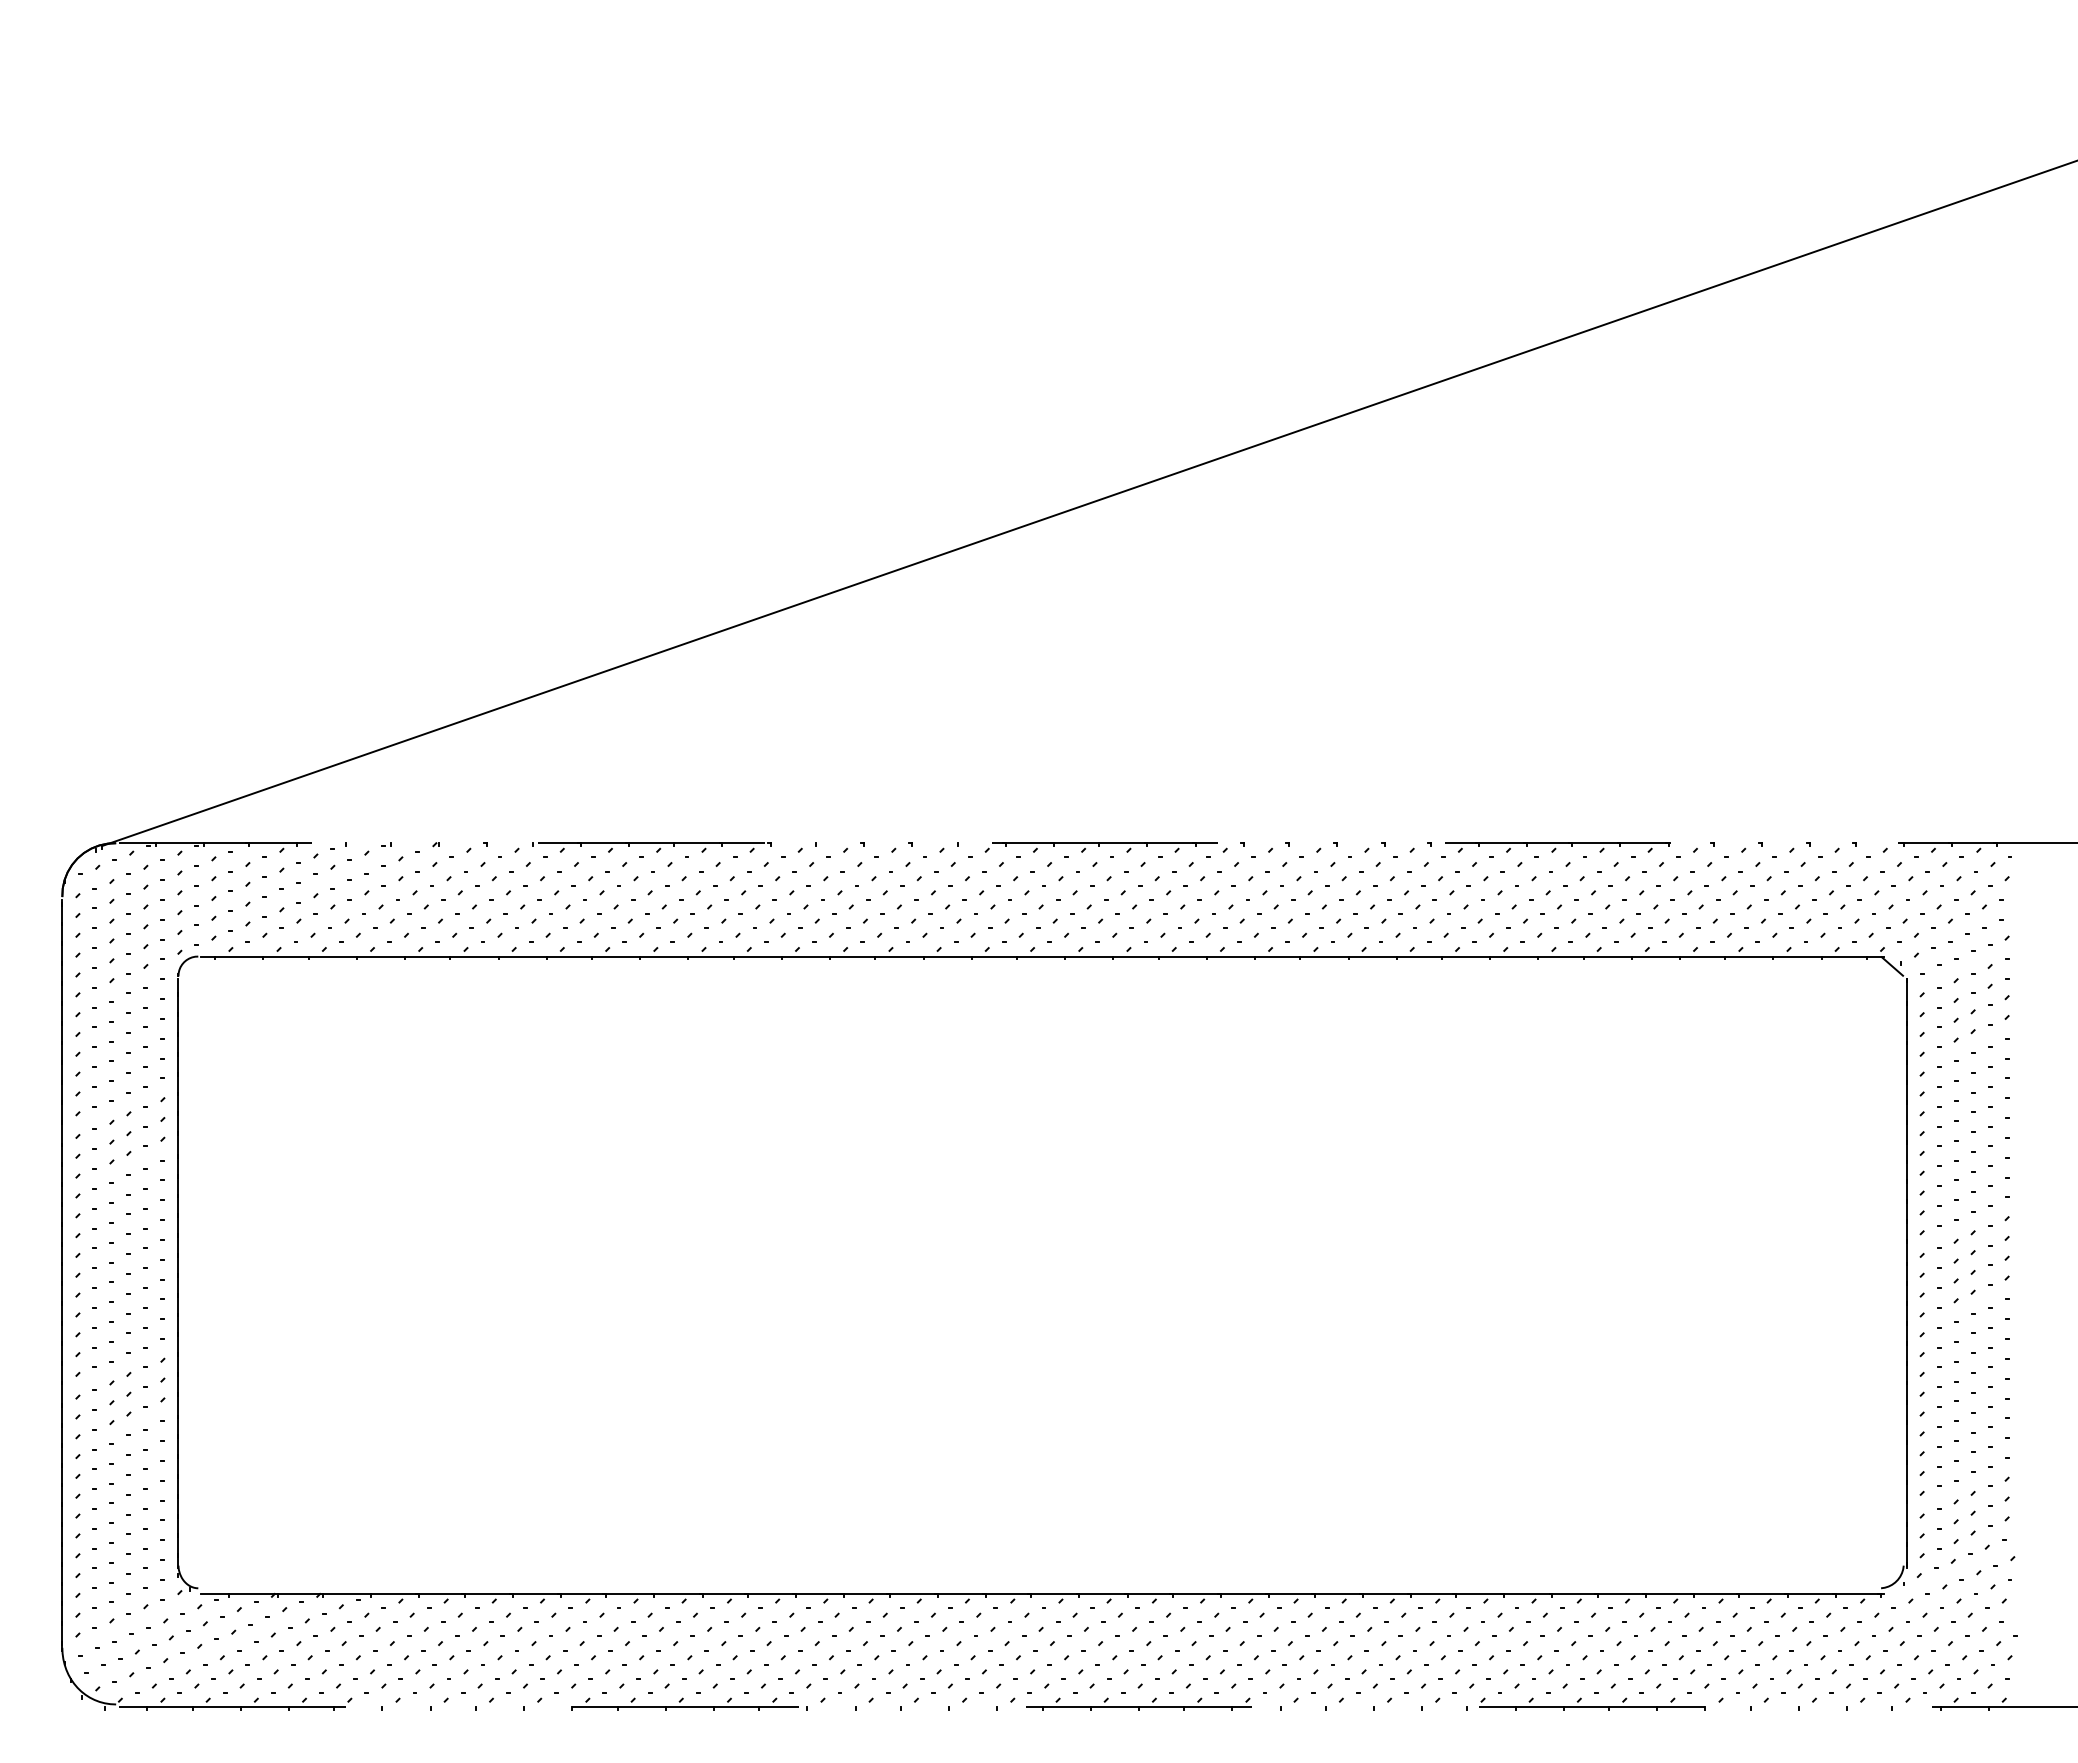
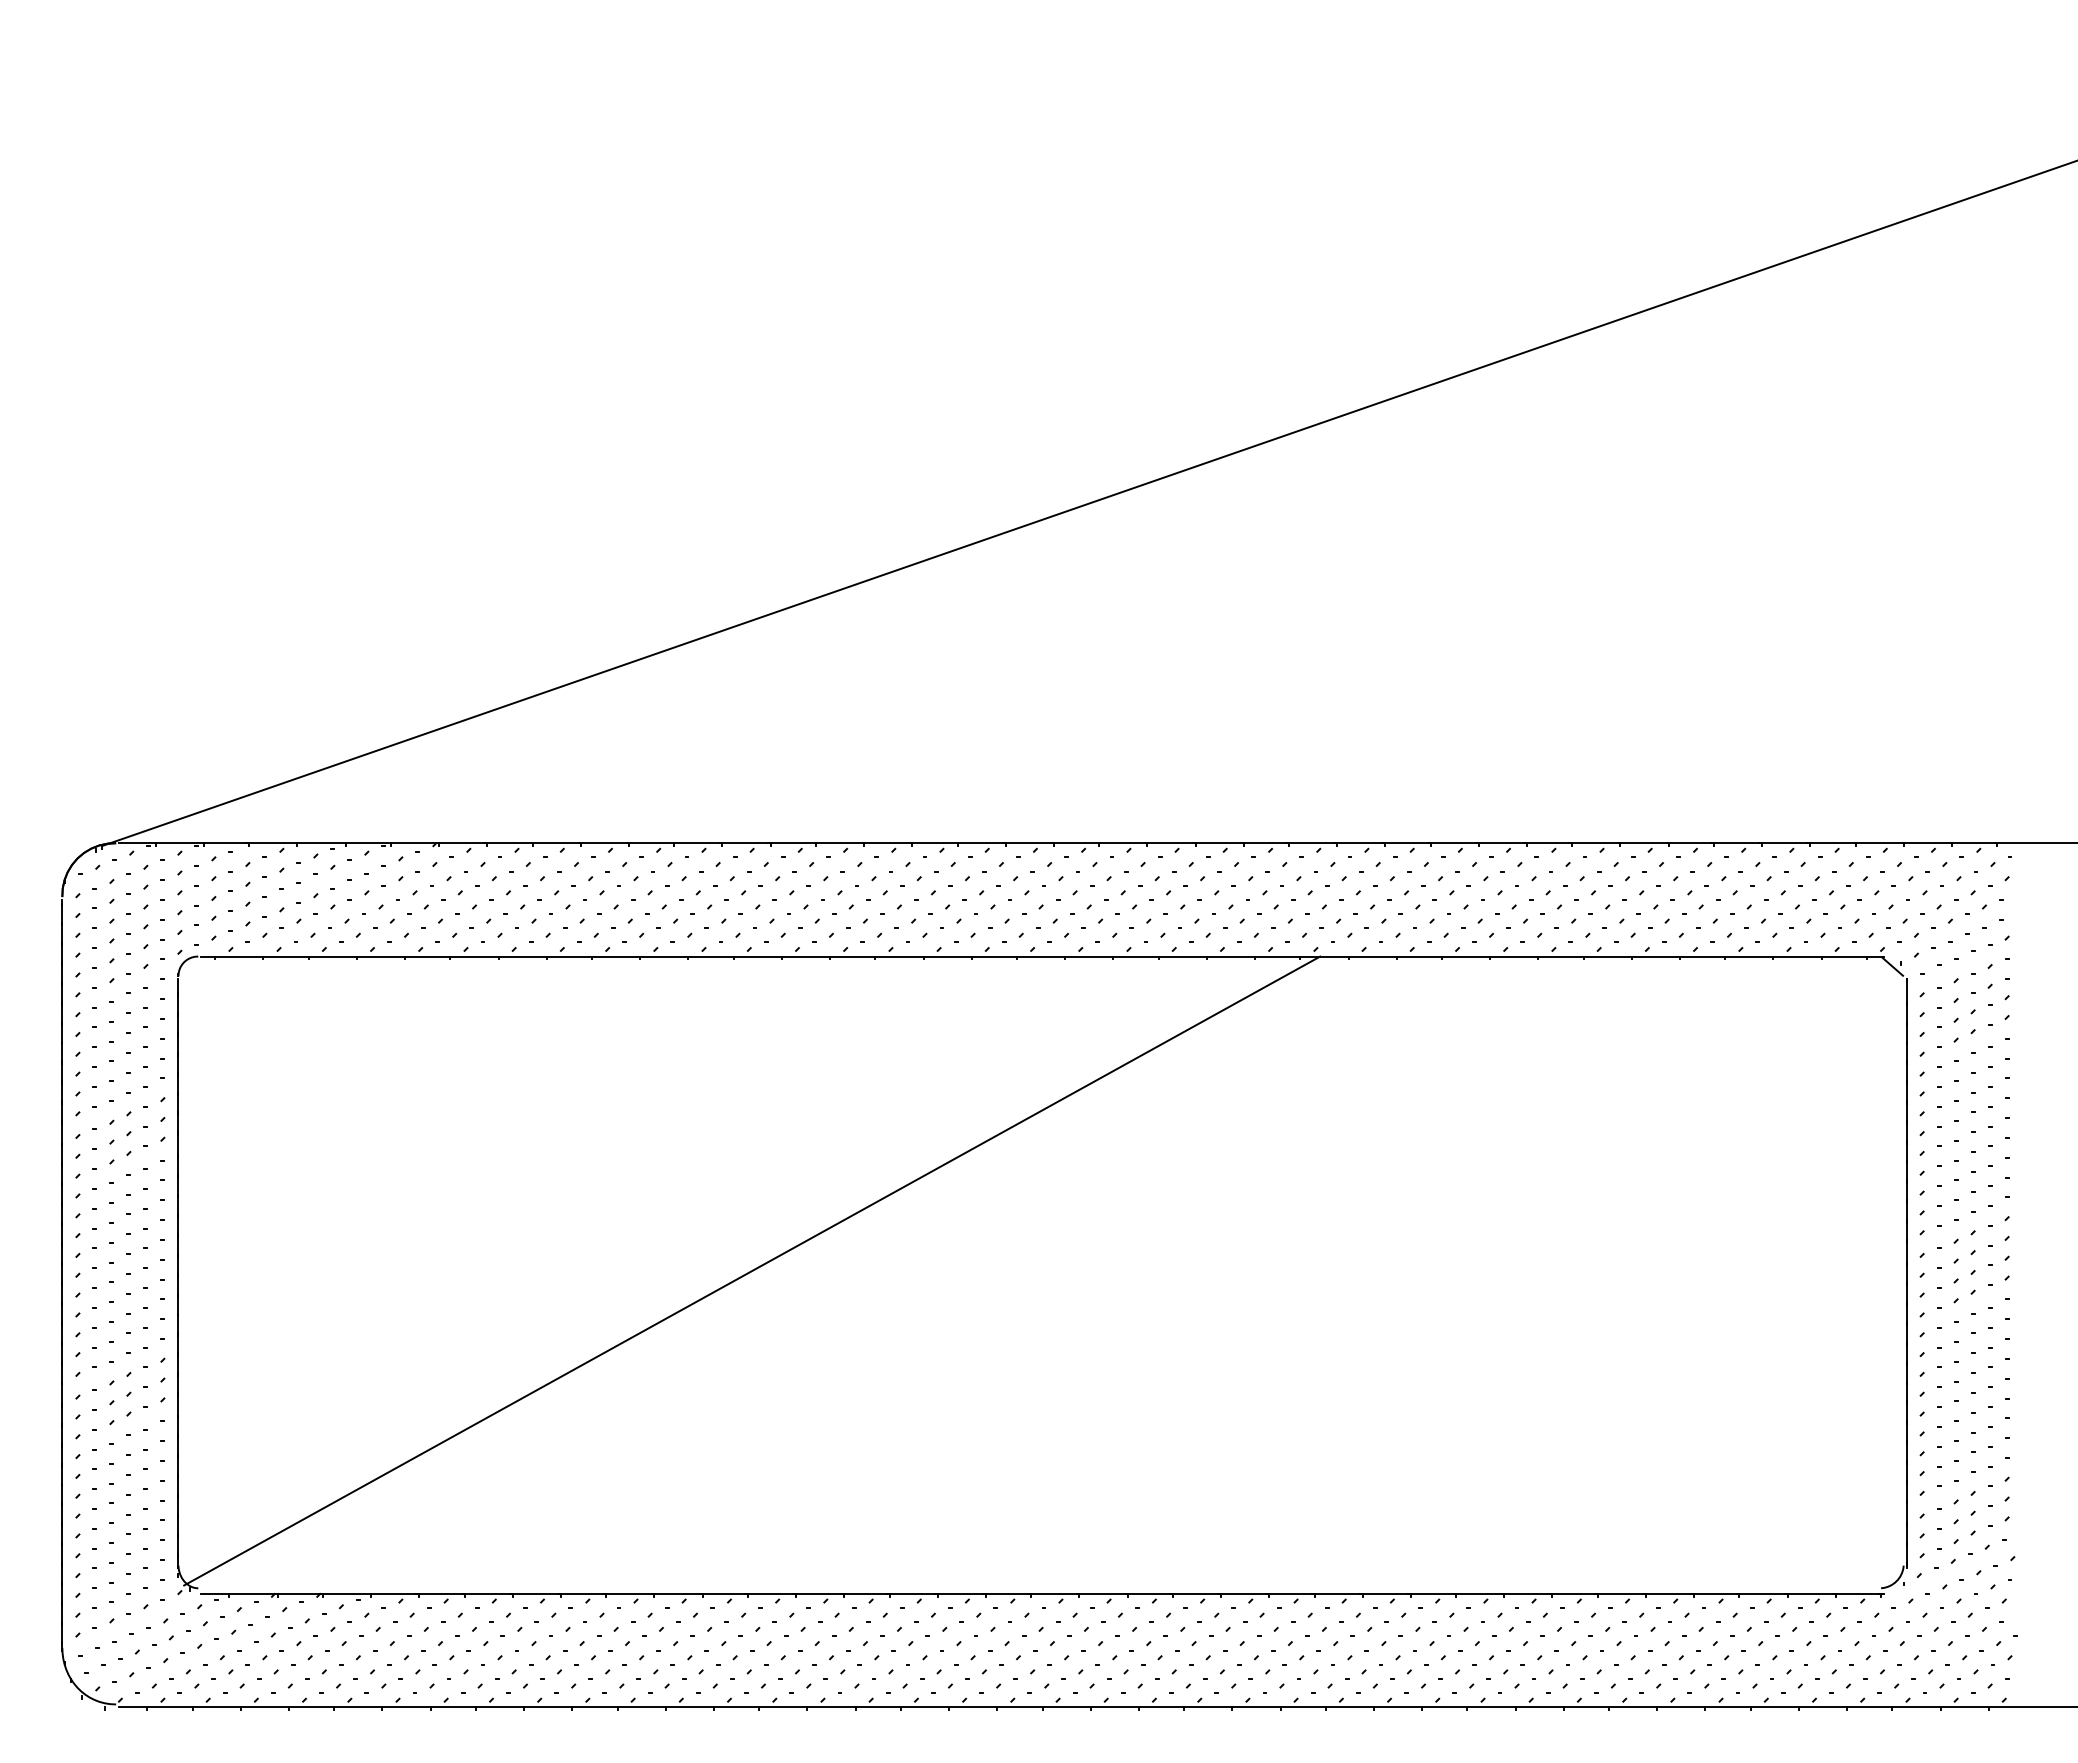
line at (1097, 843): dashed -> solid
line at (752, 1270): none -> present
line at (1098, 1707): dashed -> solid
